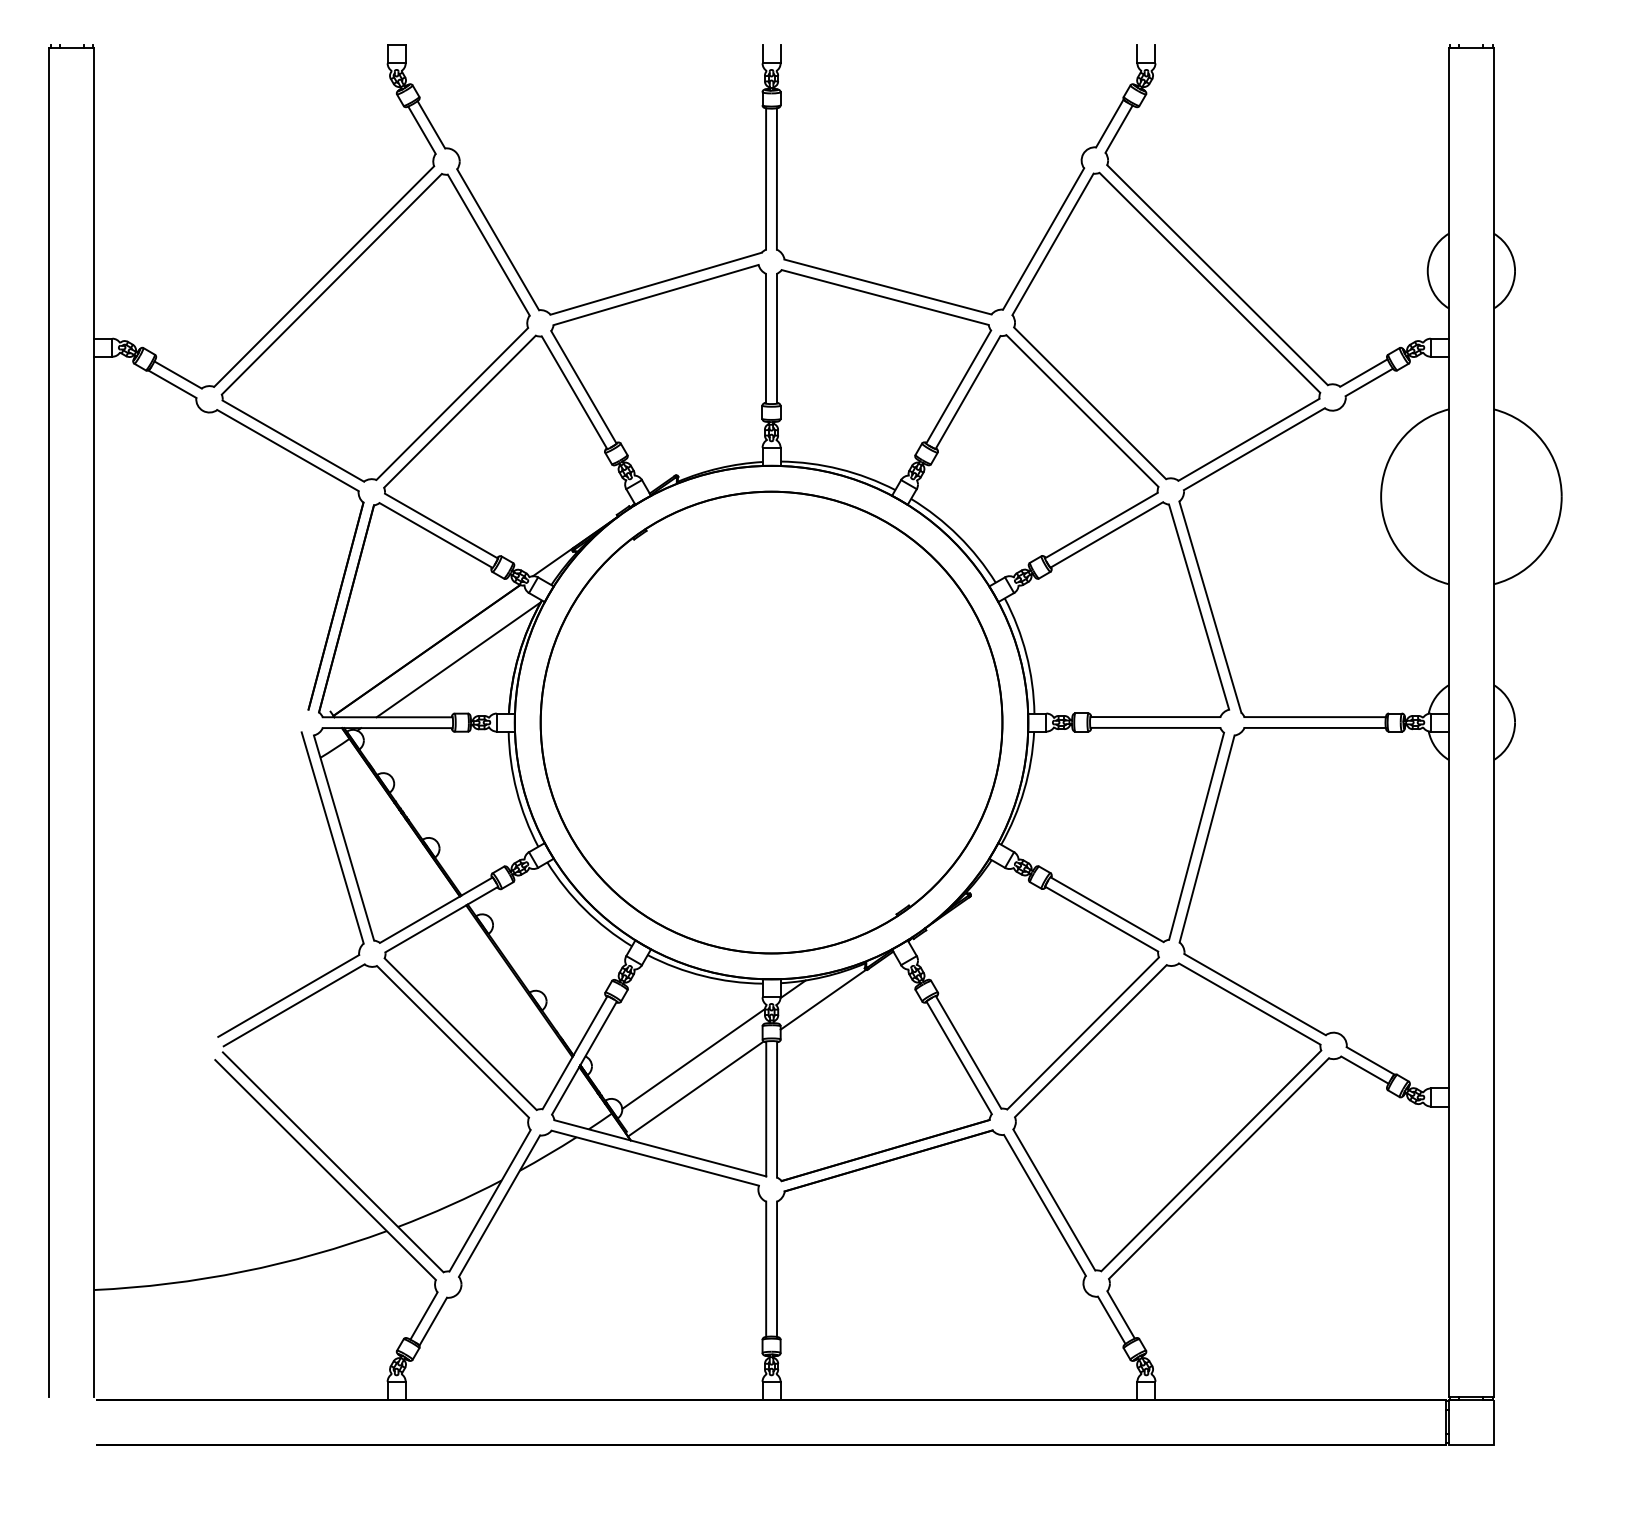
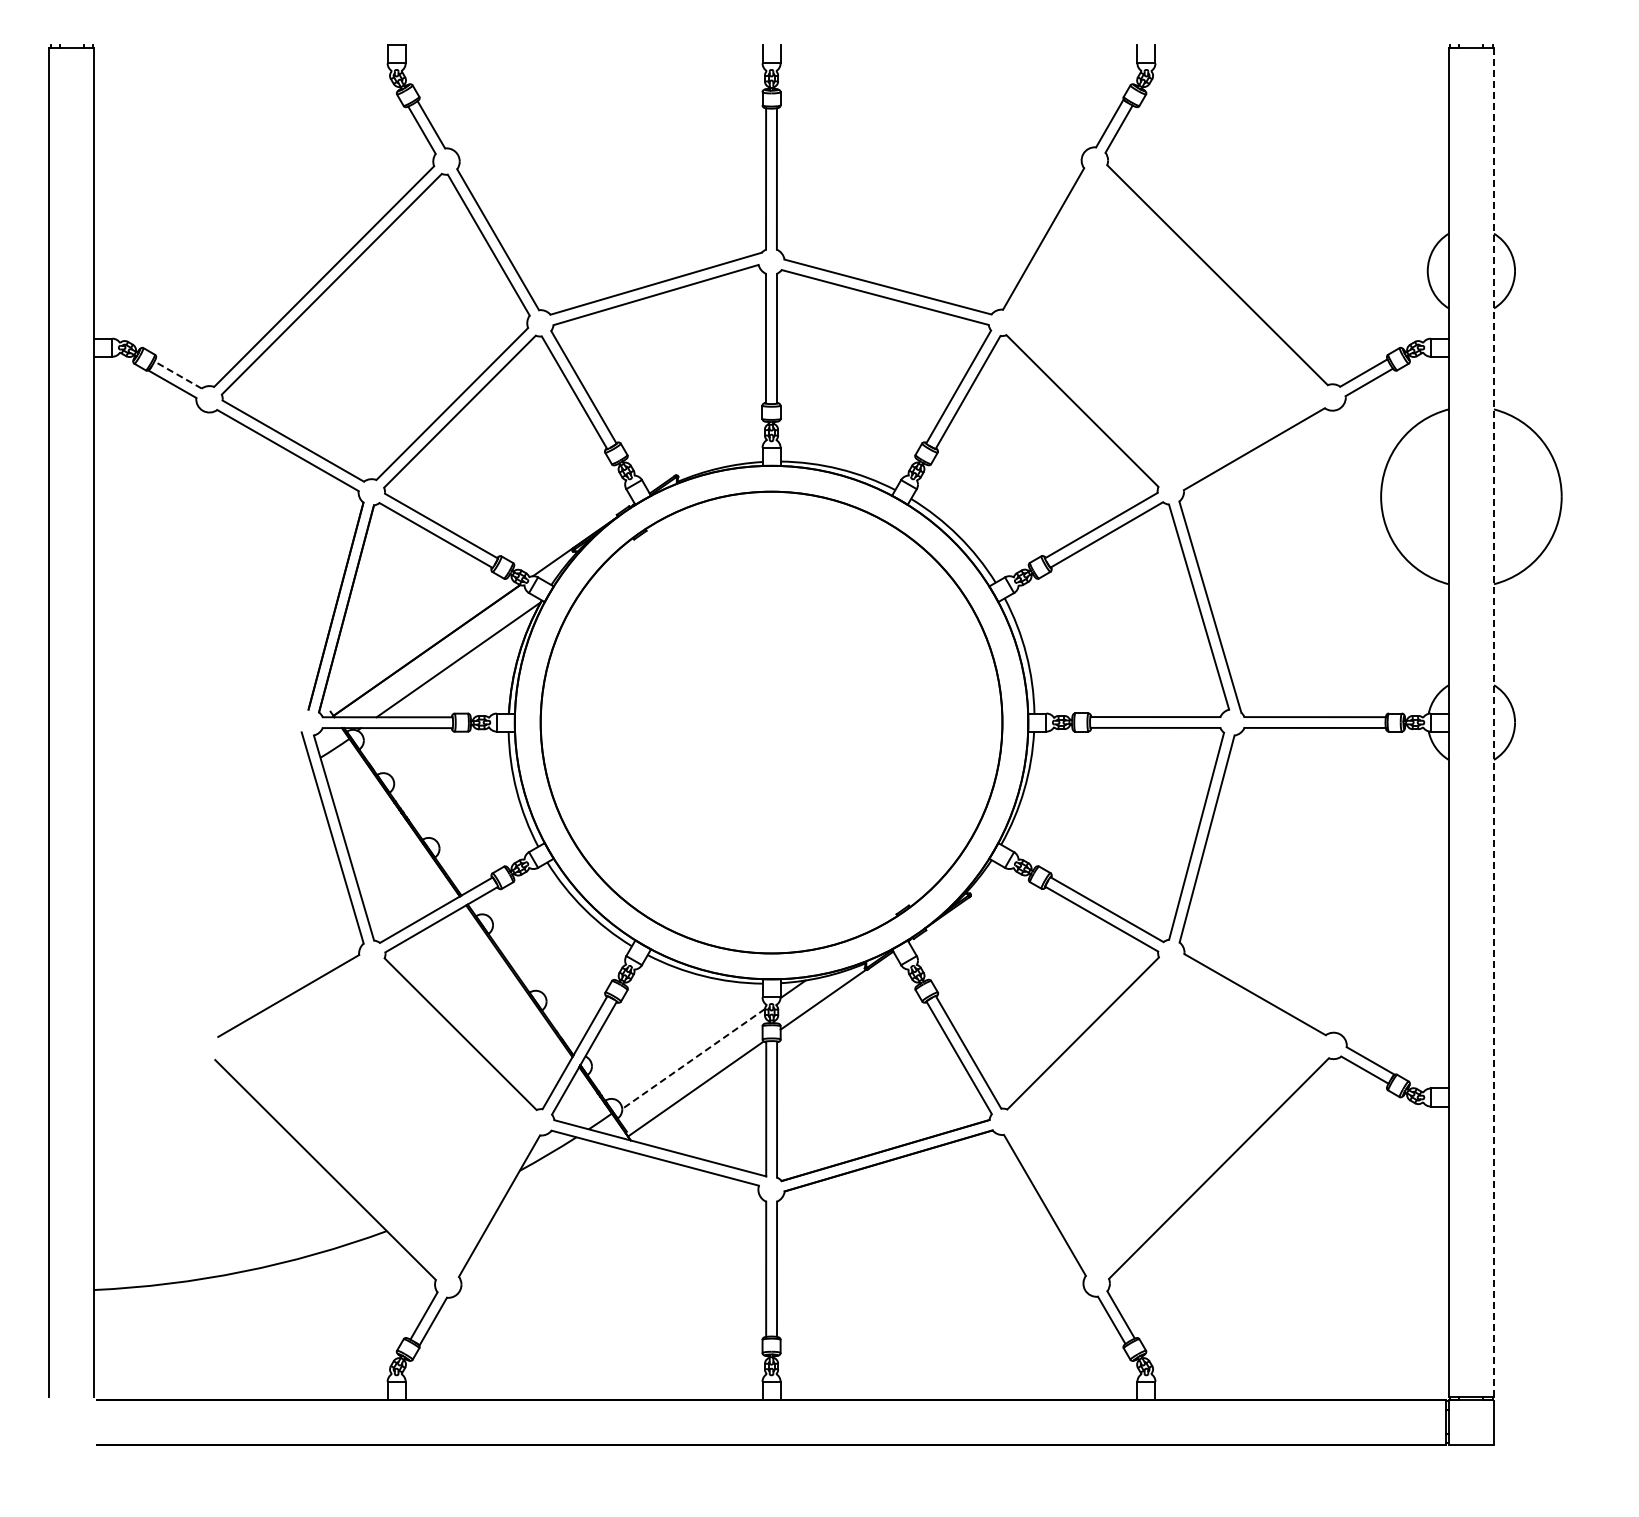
part at (1166, 326): present -> none
line at (177, 374): solid -> dashed
line at (1493, 722): solid -> dashed
line at (693, 1059): solid -> dashed
part at (1167, 1117): present -> none
part at (333, 1161): present -> none
